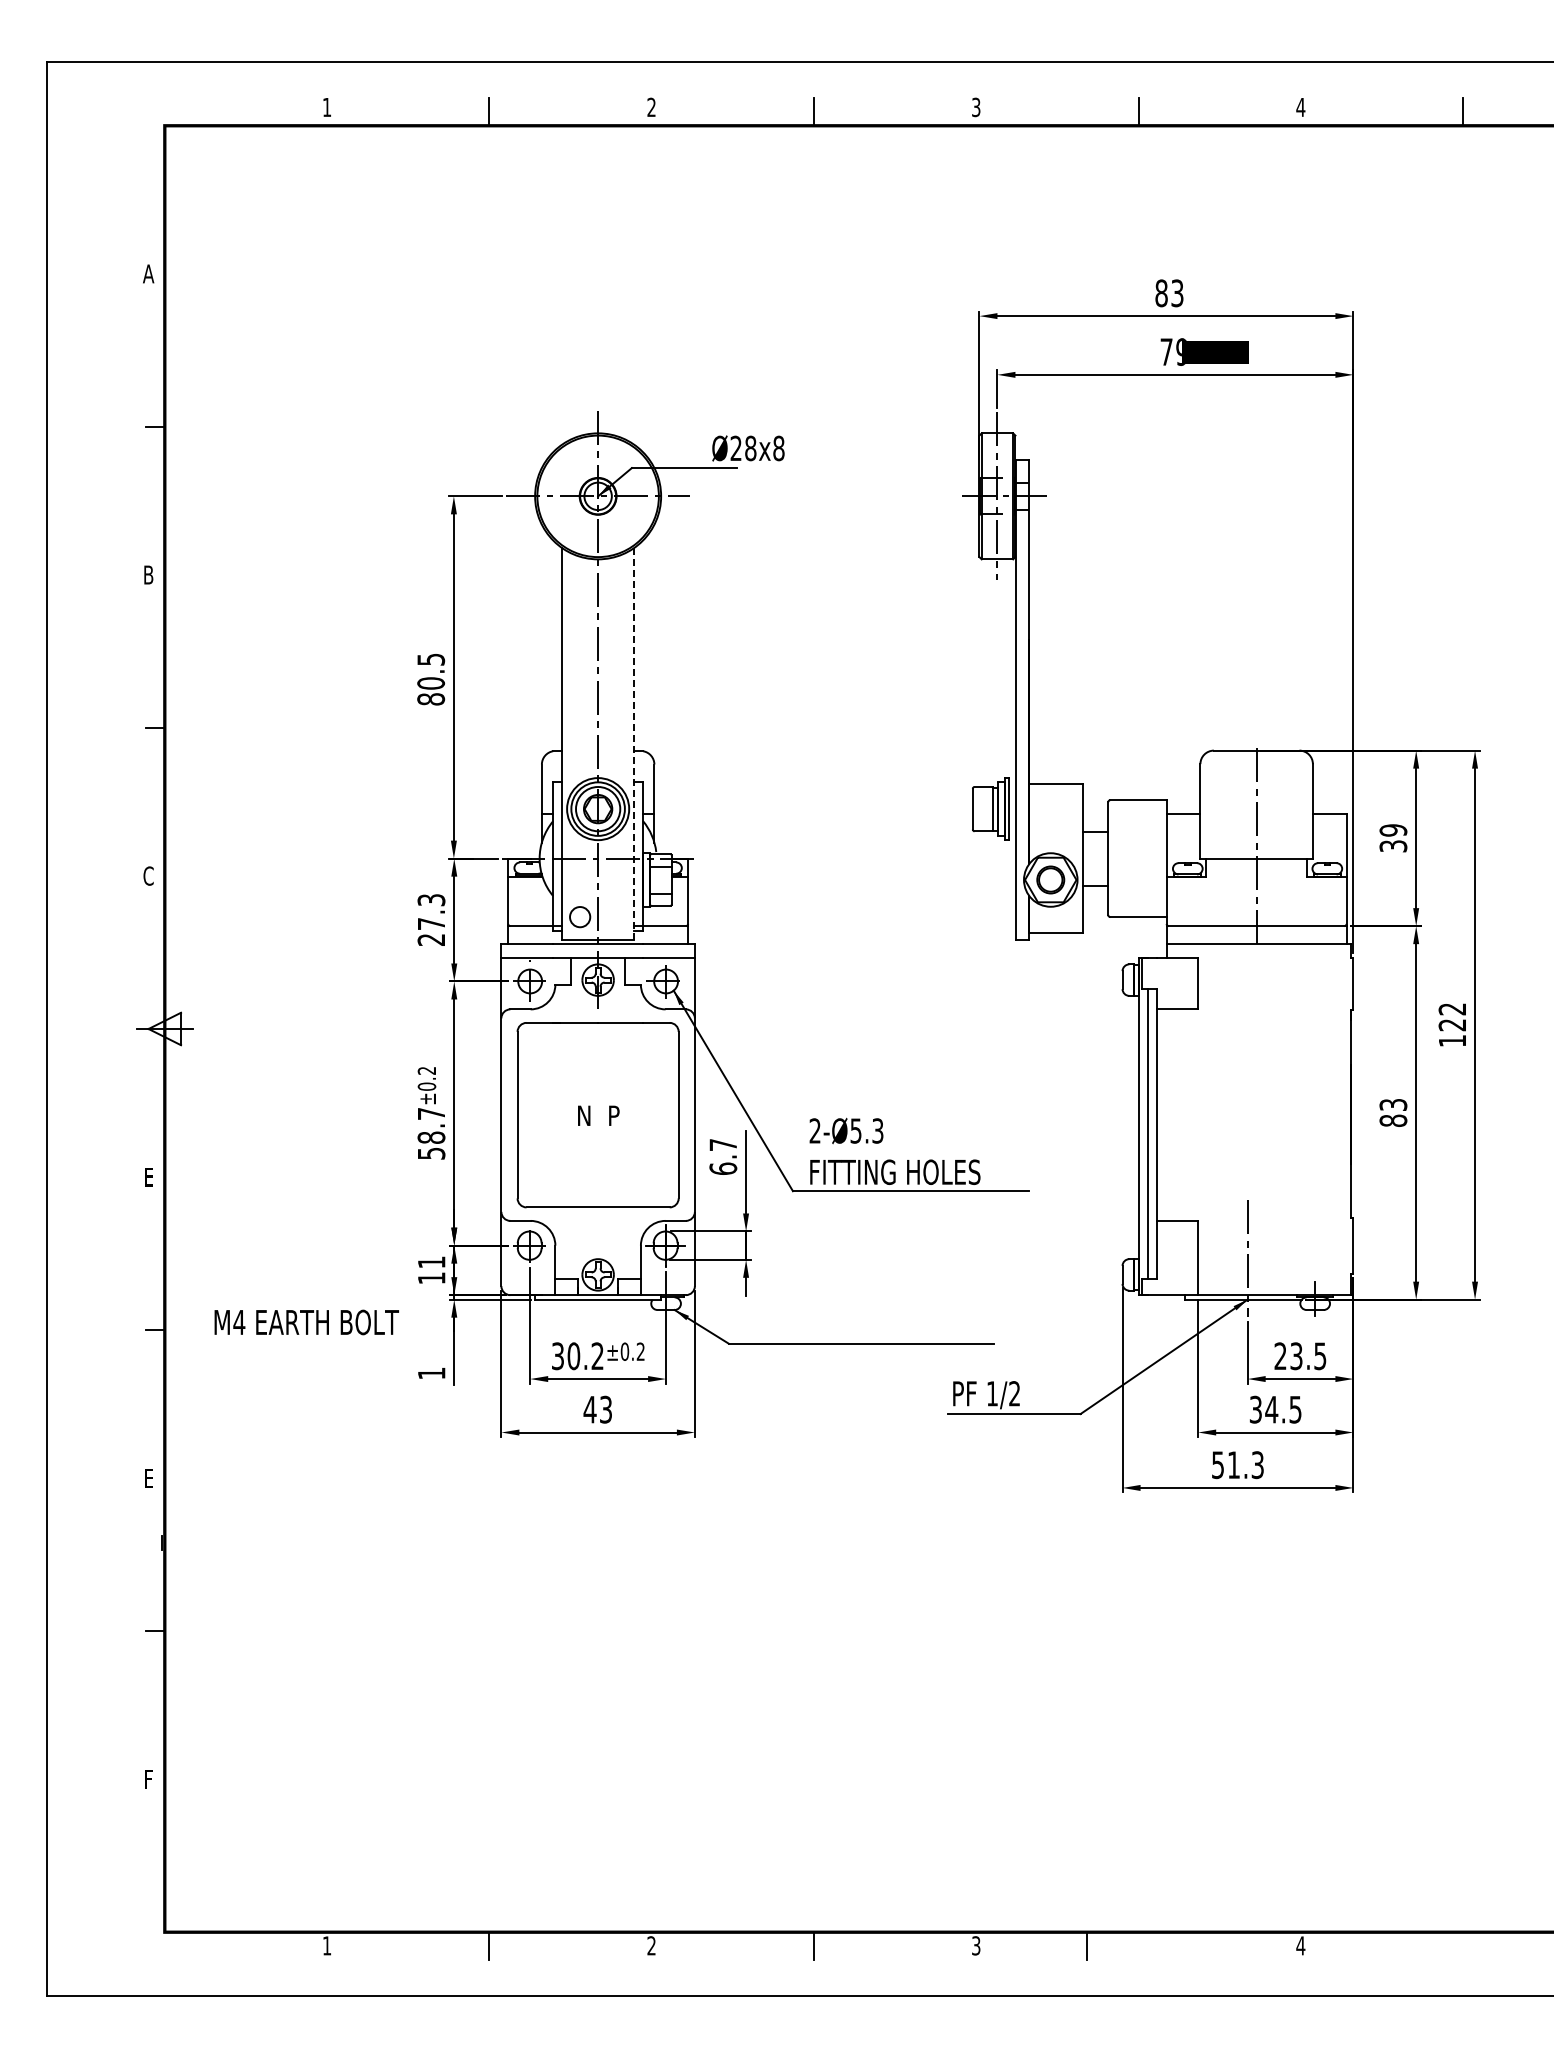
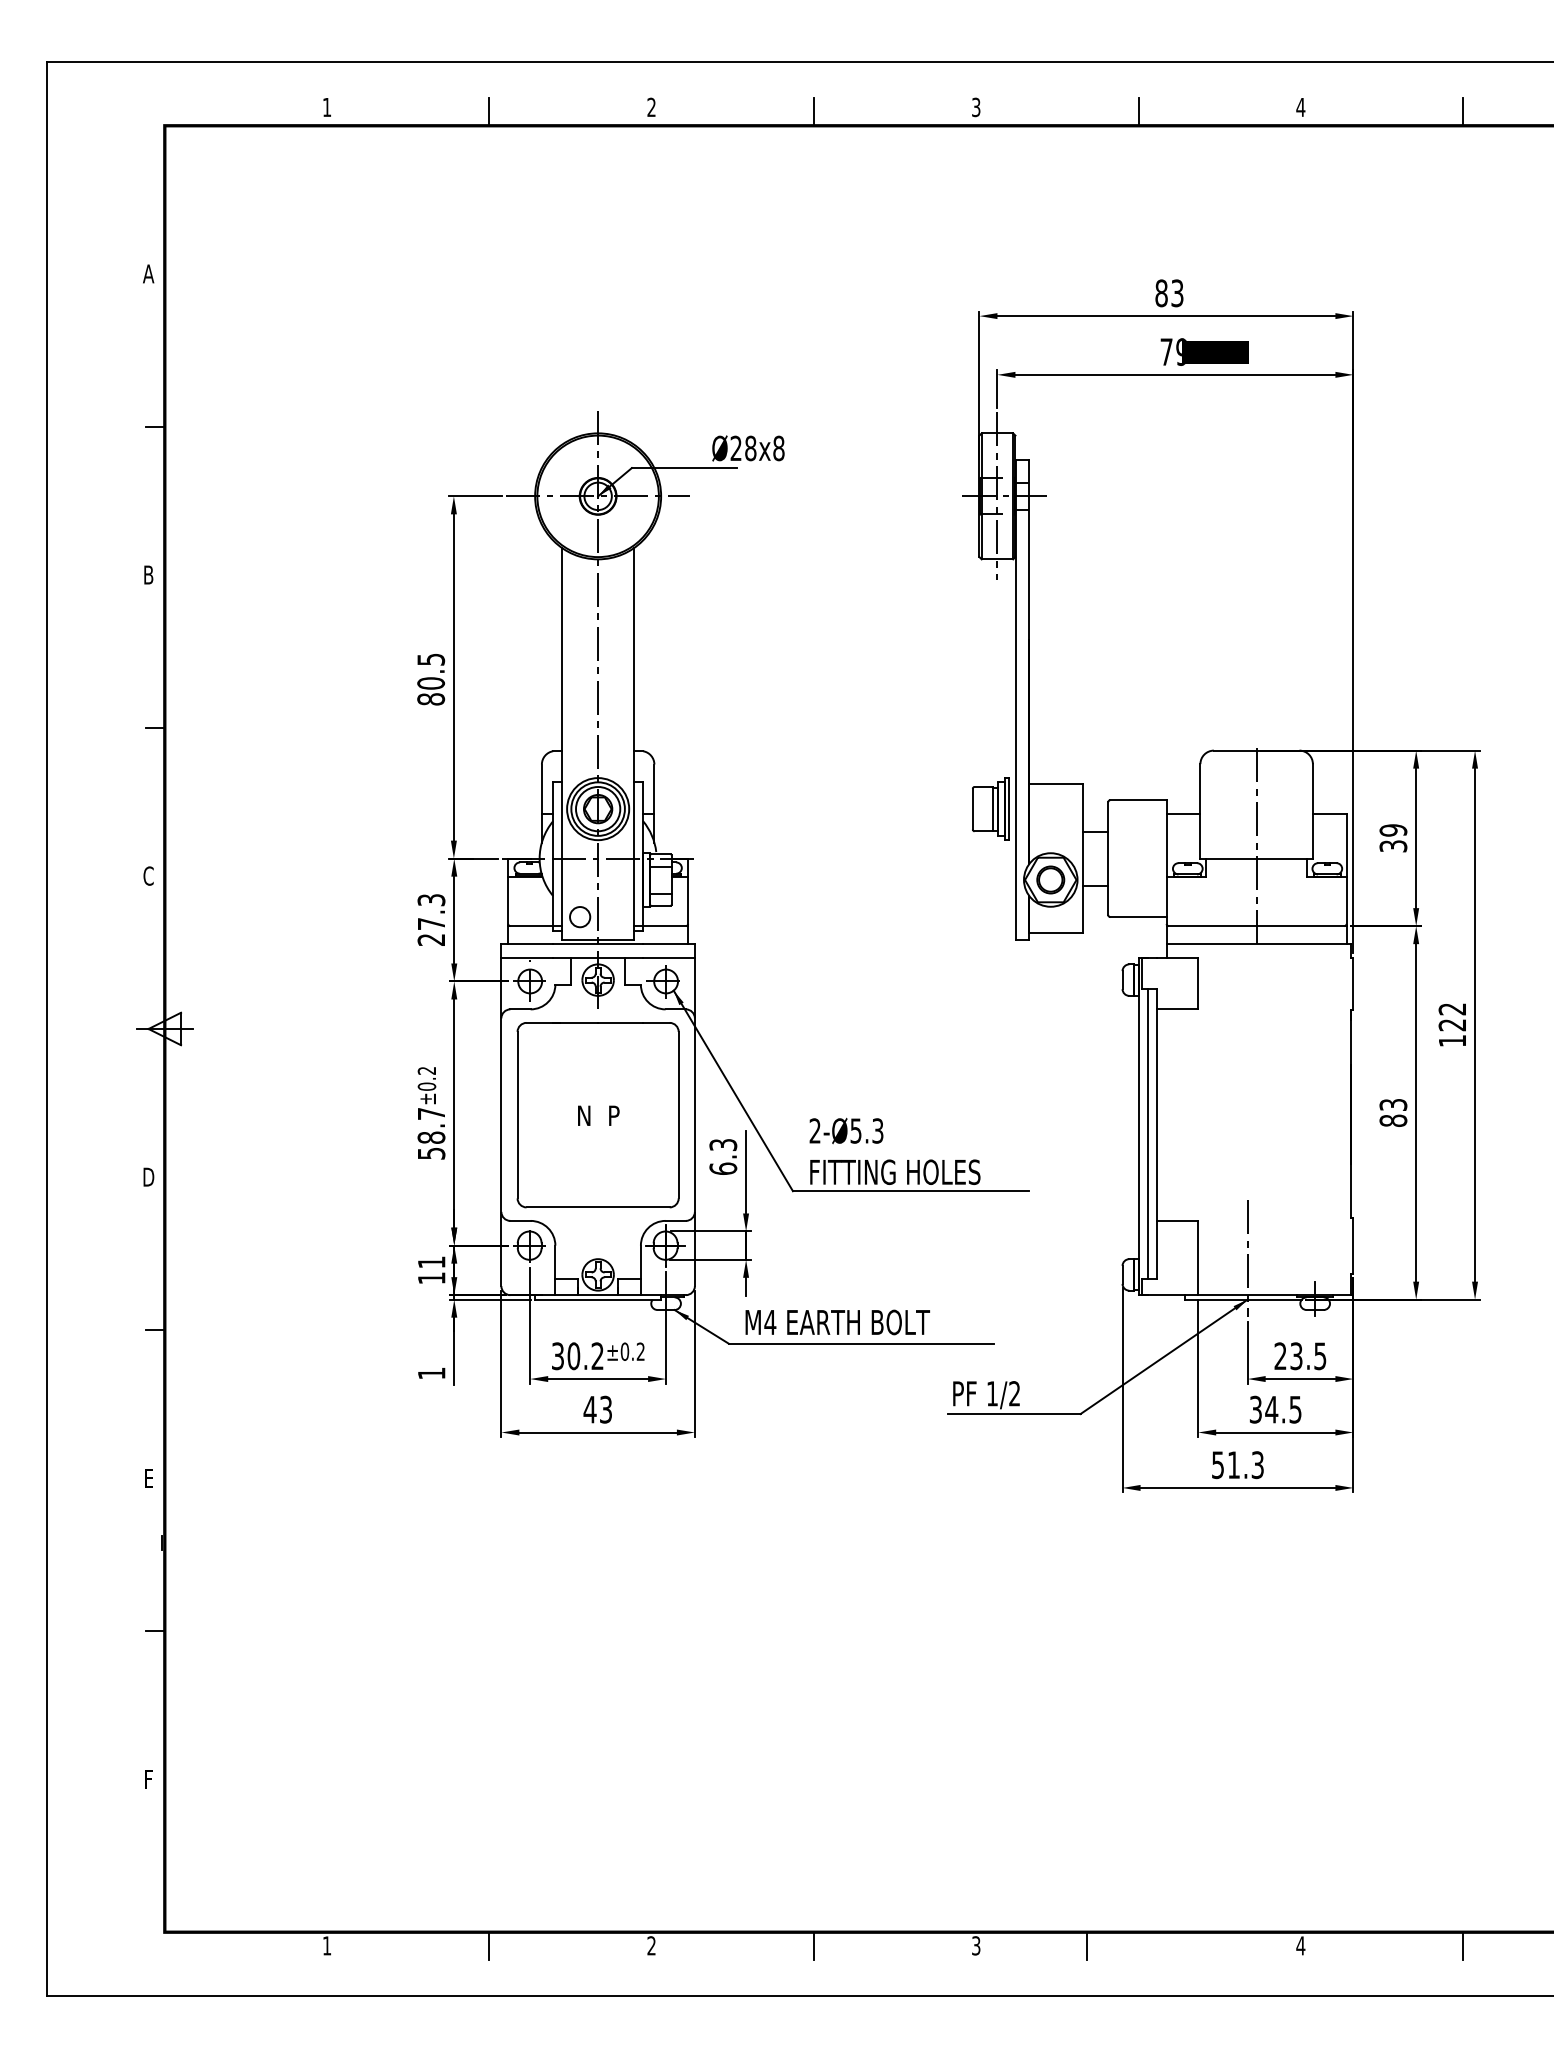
line at (634, 743): dashed -> solid
text at (723, 1144): 6.7 -> 6.3
text at (148, 1176): E -> D
text at (306, 1322) position: (306, 1322) -> (837, 1322)
line at (1463, 1946): none -> present
